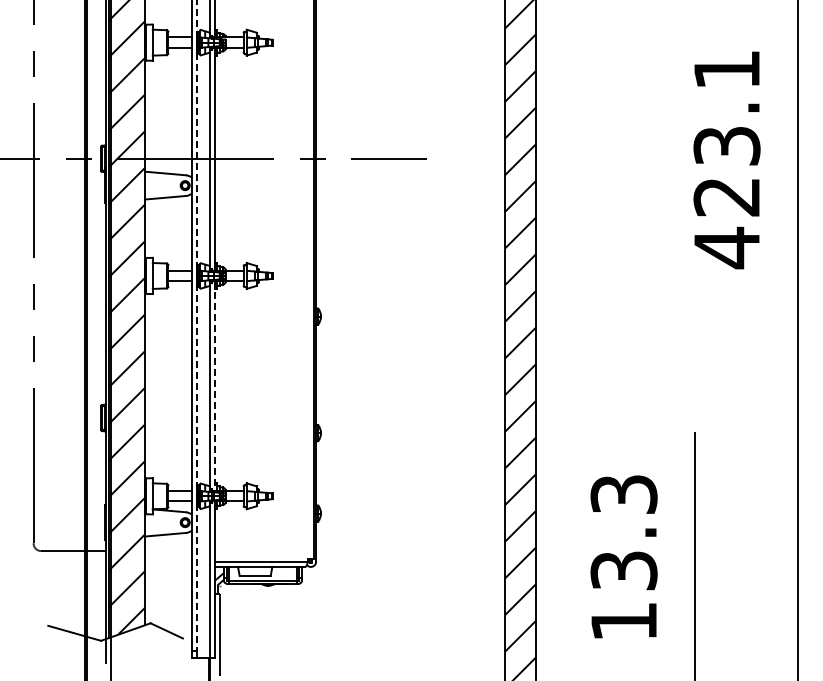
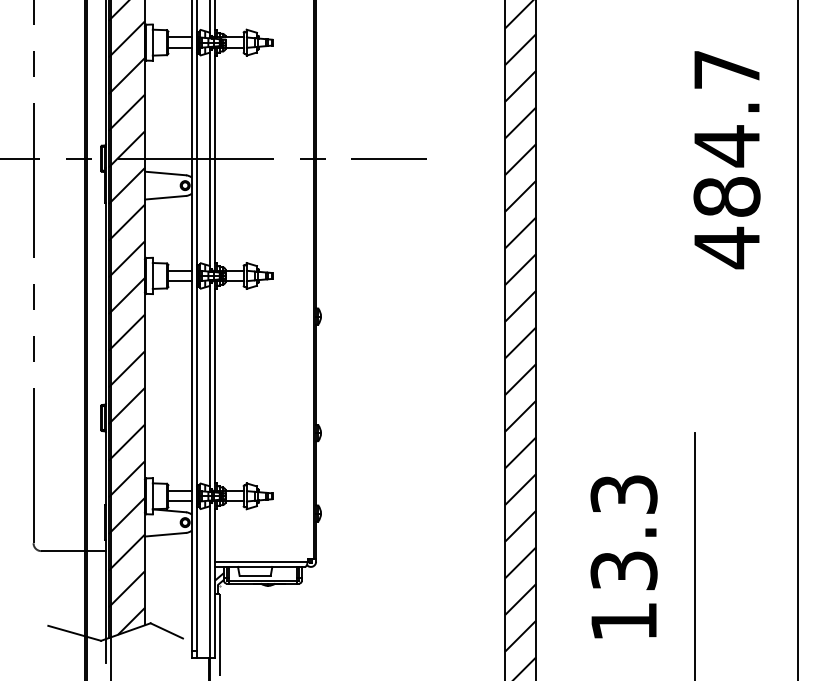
text at (726, 133): 423.1 -> 484.7
line at (196, 325): dashed -> solid
line at (215, 386): dashed -> solid
